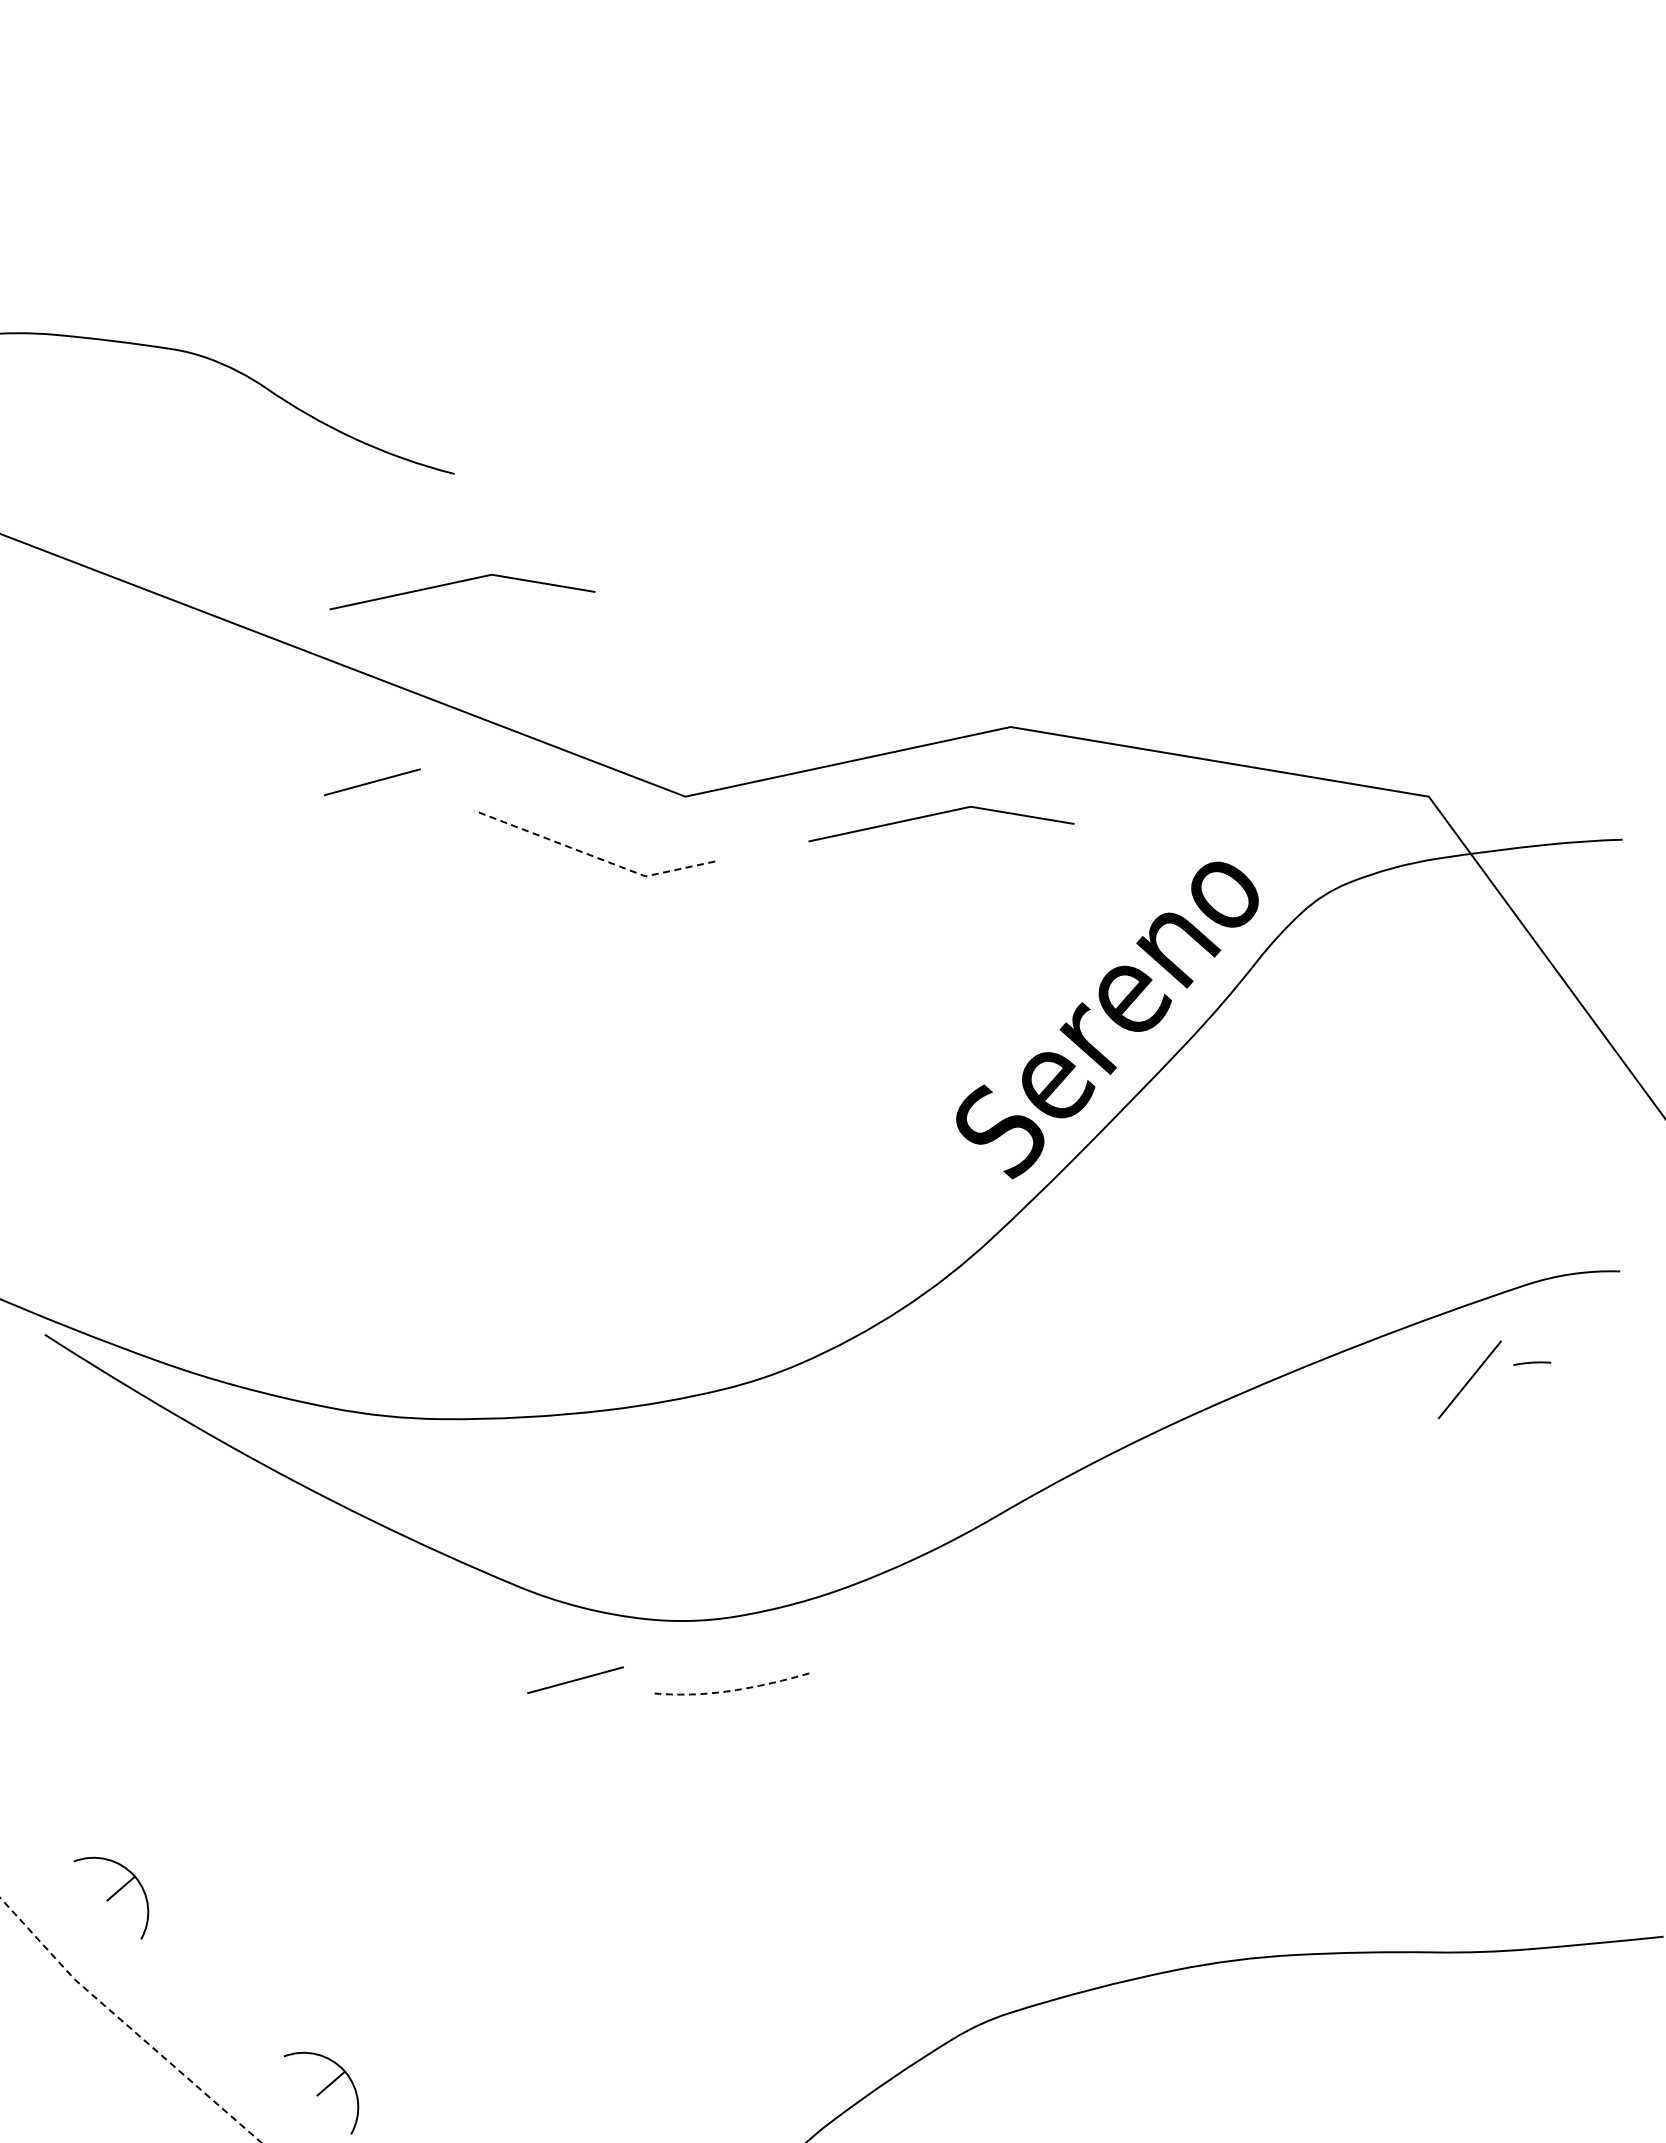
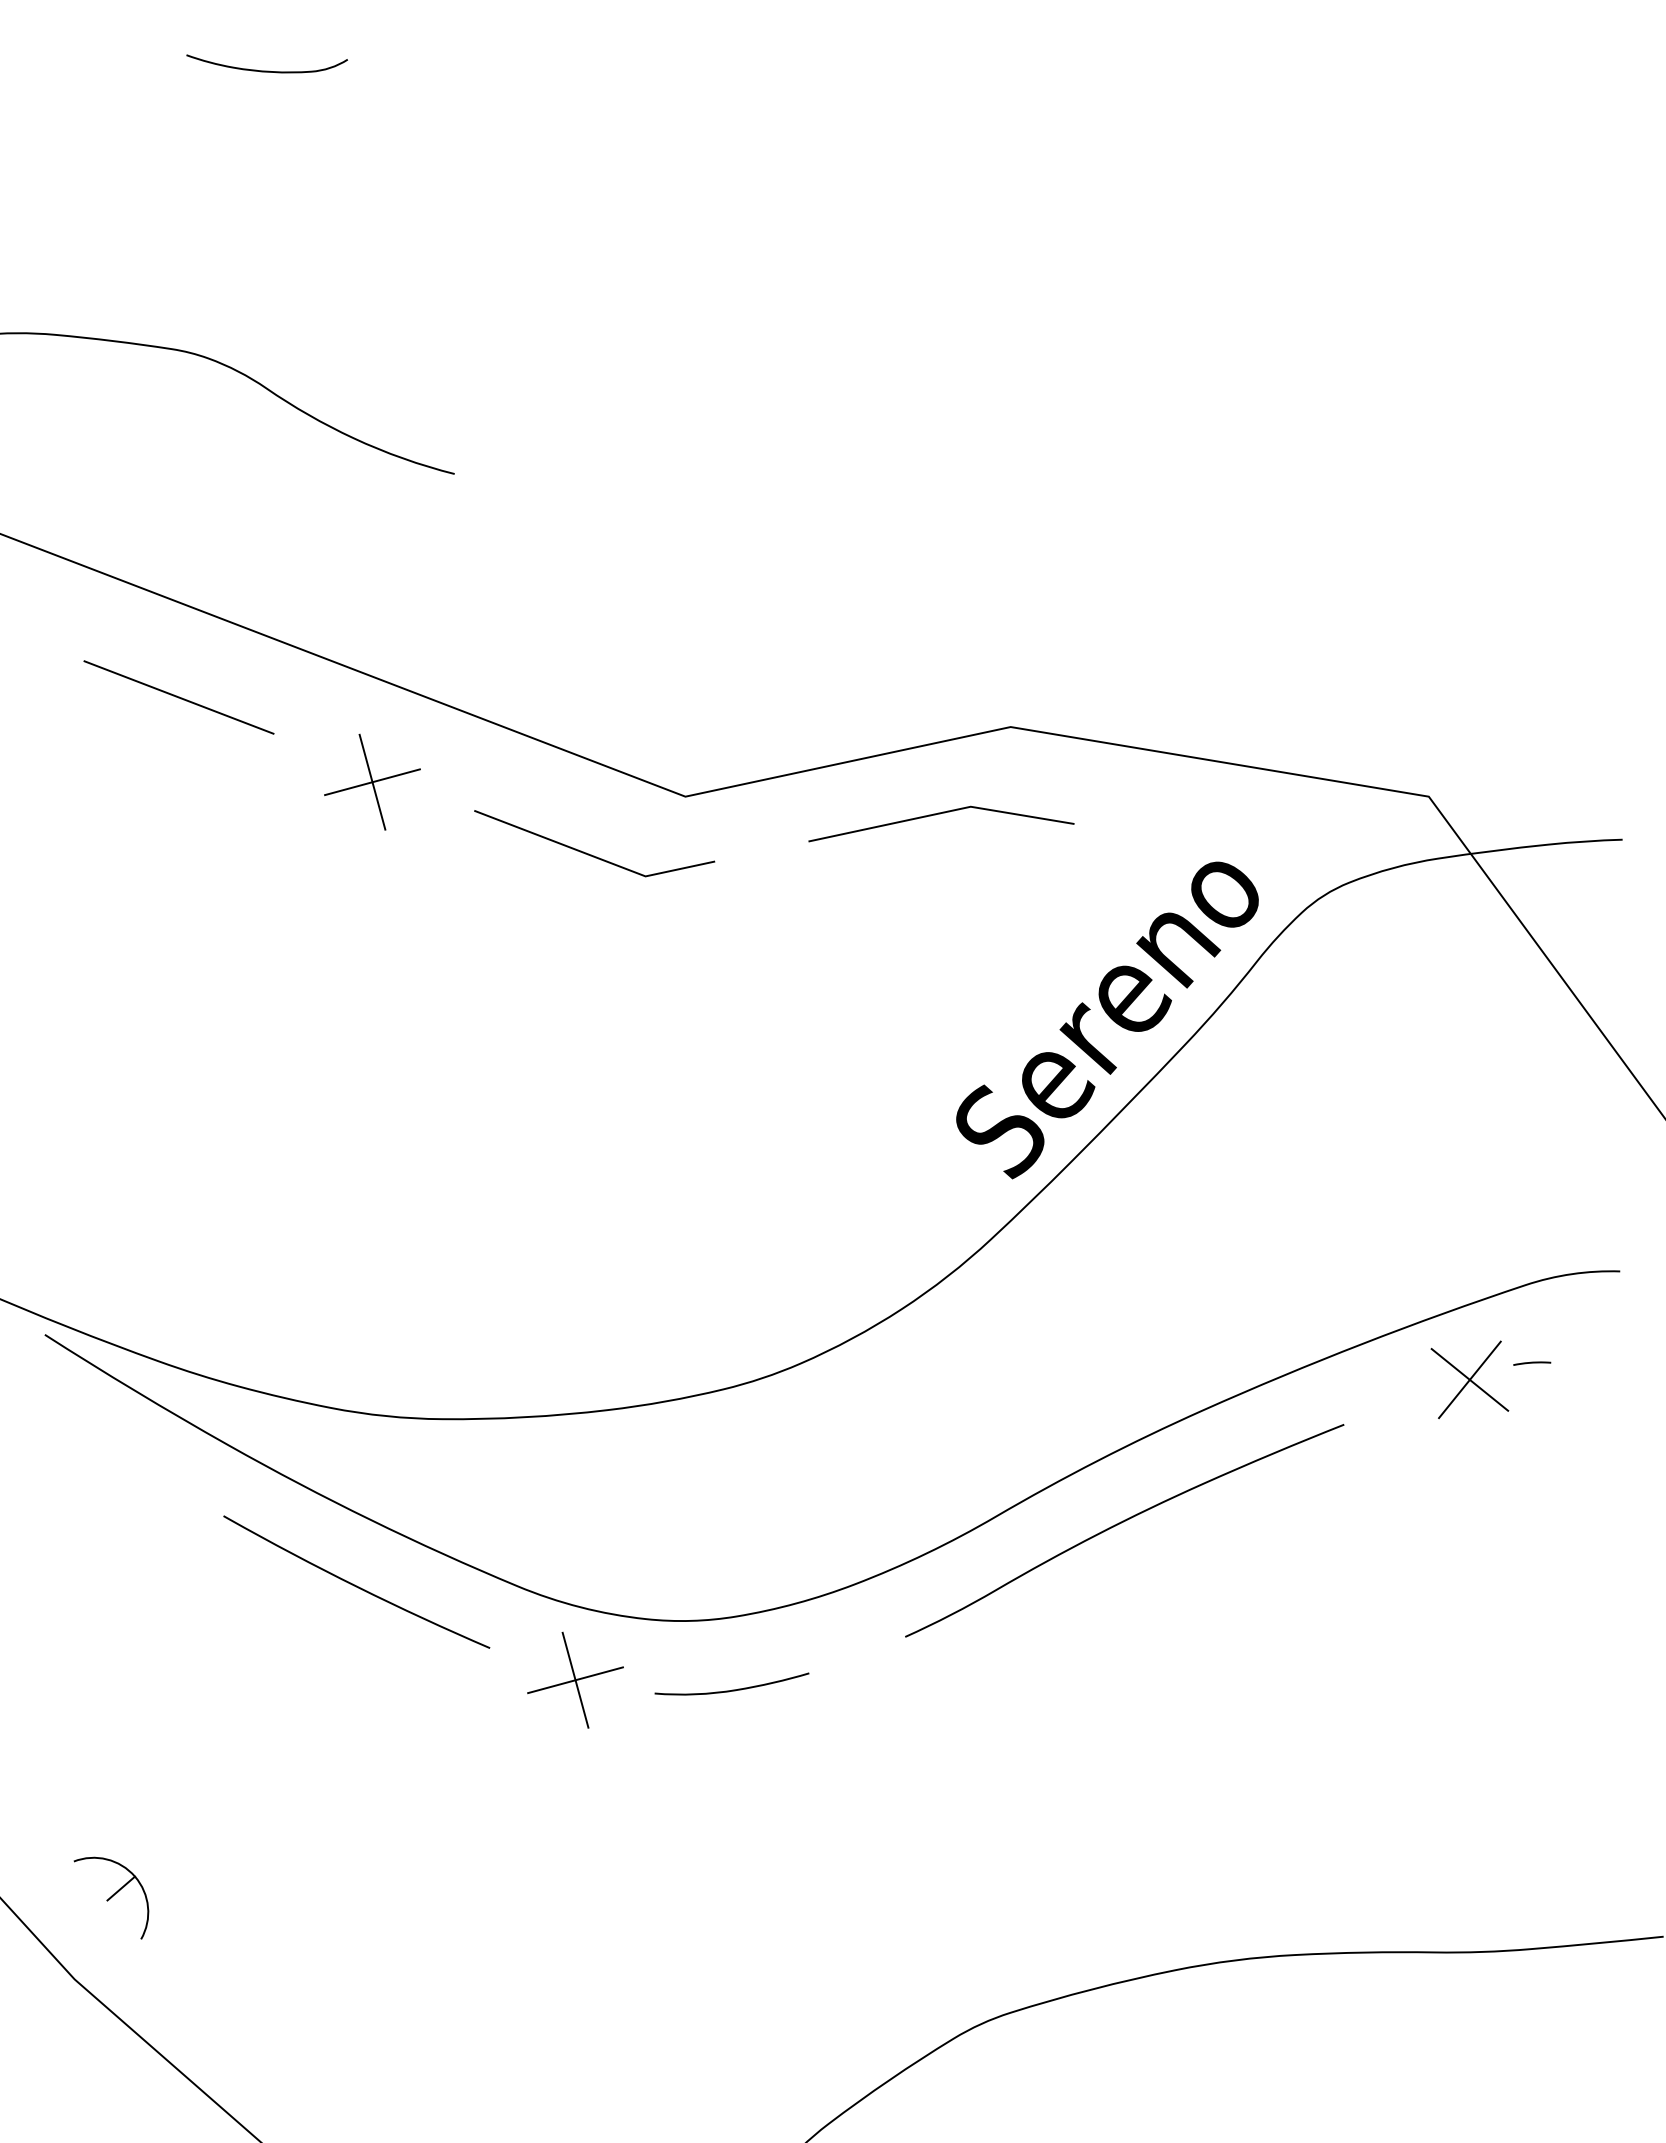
curve at (266, 70): none -> present
line at (461, 582): present -> none
line at (178, 697): none -> present
line at (372, 781): none -> present
line at (593, 856): dashed -> solid
line at (1469, 1379): none -> present
curve at (1121, 1523): none -> present
curve at (354, 1584): none -> present
line at (575, 1679): none -> present
line at (729, 1691): dashed -> solid
line at (126, 2024): dashed -> solid
part at (321, 2092): present -> none
